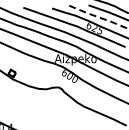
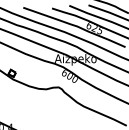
line at (99, 17): dashed -> solid
